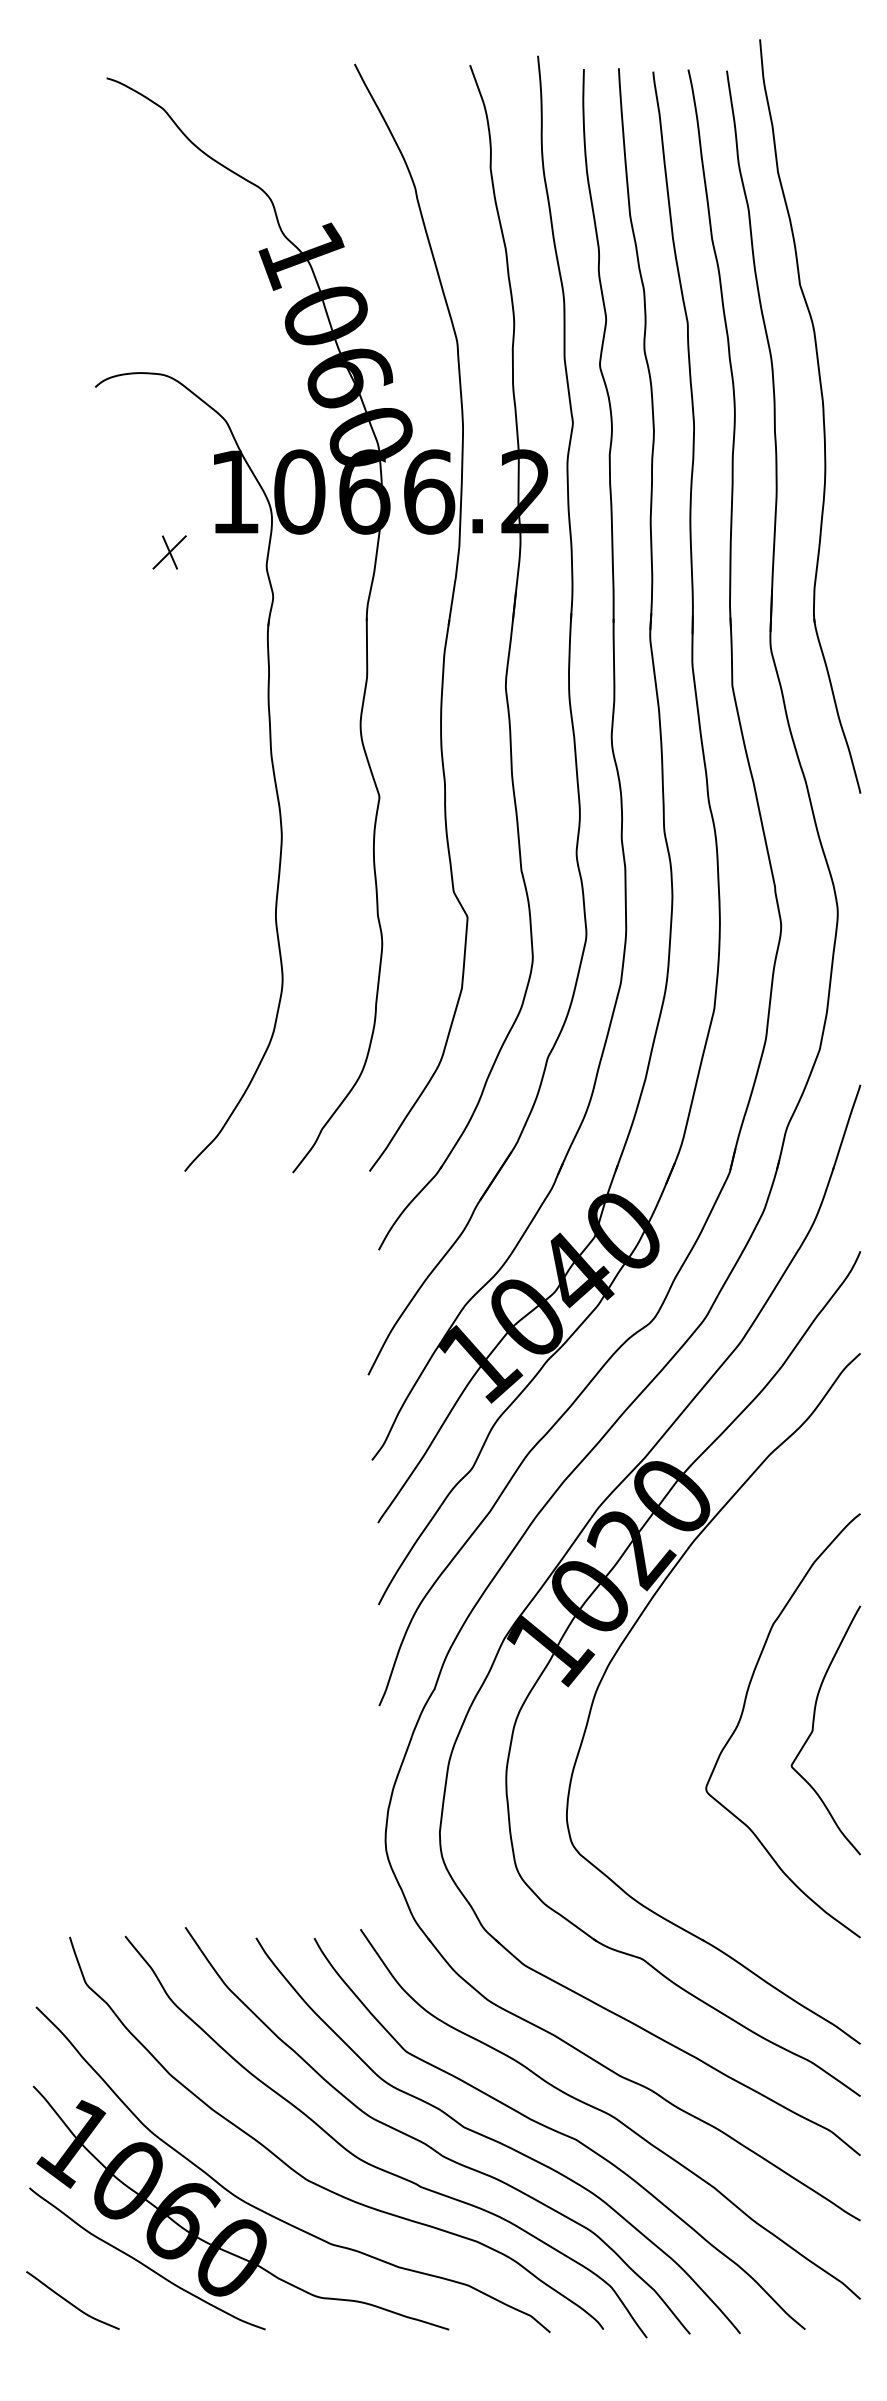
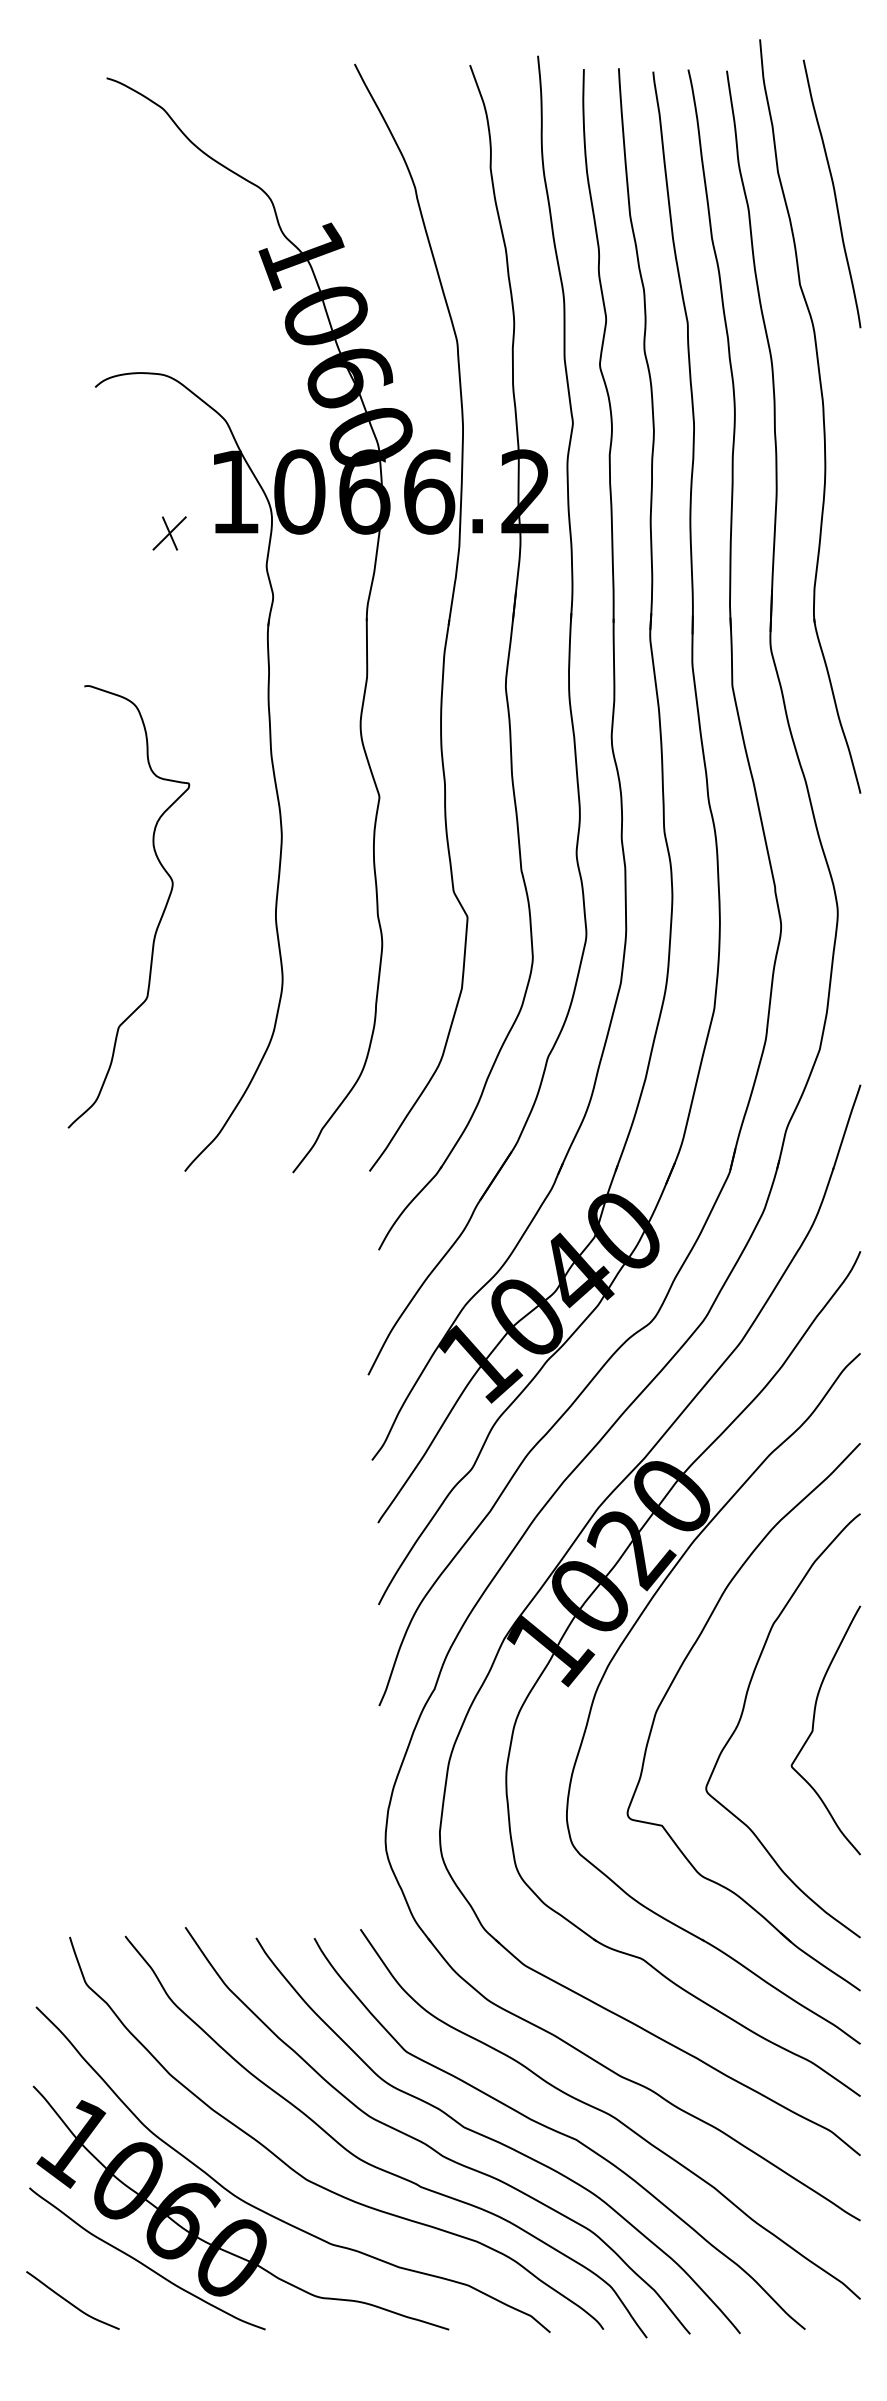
curve at (833, 192): none -> present
part at (169, 552) position: (169, 552) -> (169, 533)
curve at (159, 919): none -> present
part at (673, 1682): none -> present
